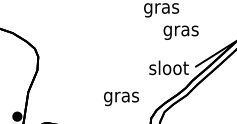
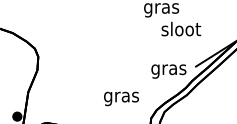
text at (181, 30): gras -> sloot
text at (168, 69): sloot -> gras
